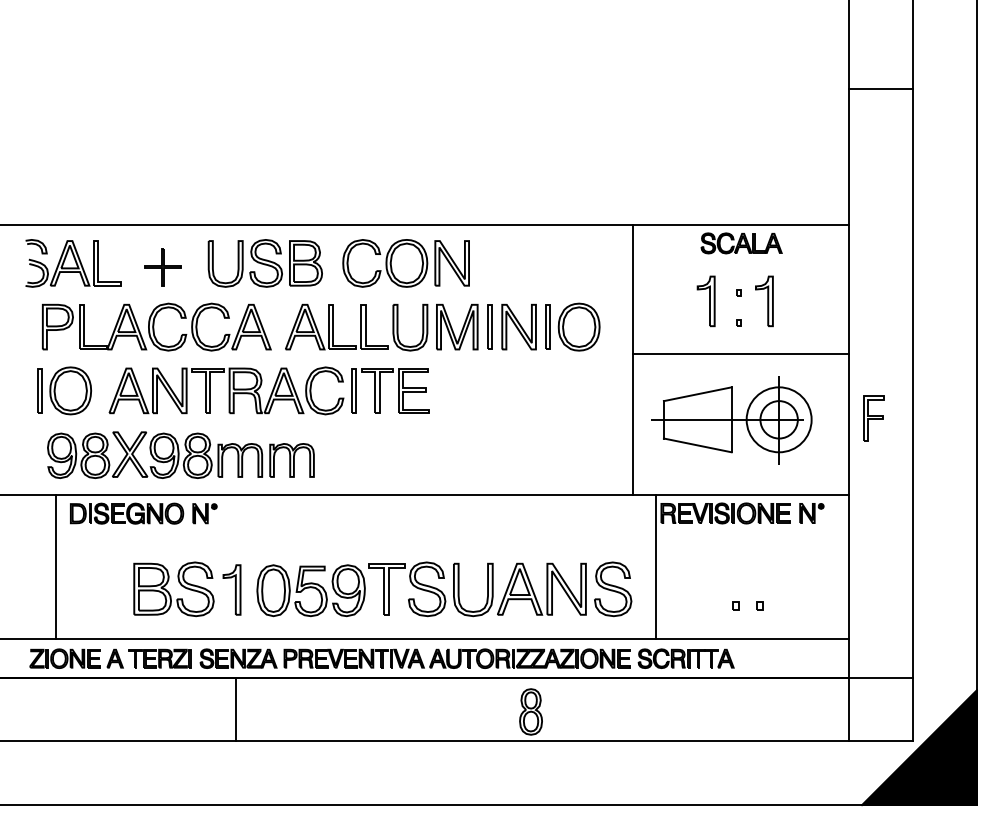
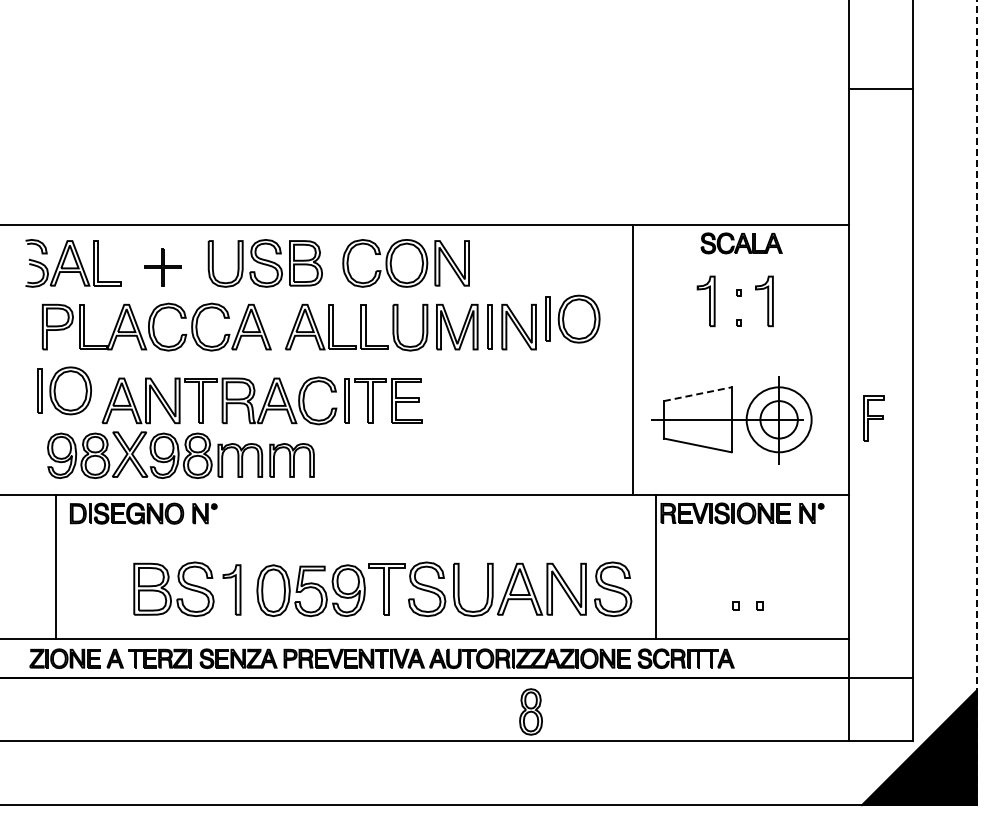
part at (572, 326) position: (572, 326) -> (572, 318)
line at (740, 354): present -> none
part at (268, 390) position: (268, 390) -> (261, 400)
line at (697, 394): solid -> dashed
line at (976, 402): solid -> dashed
line at (235, 709): present -> none
